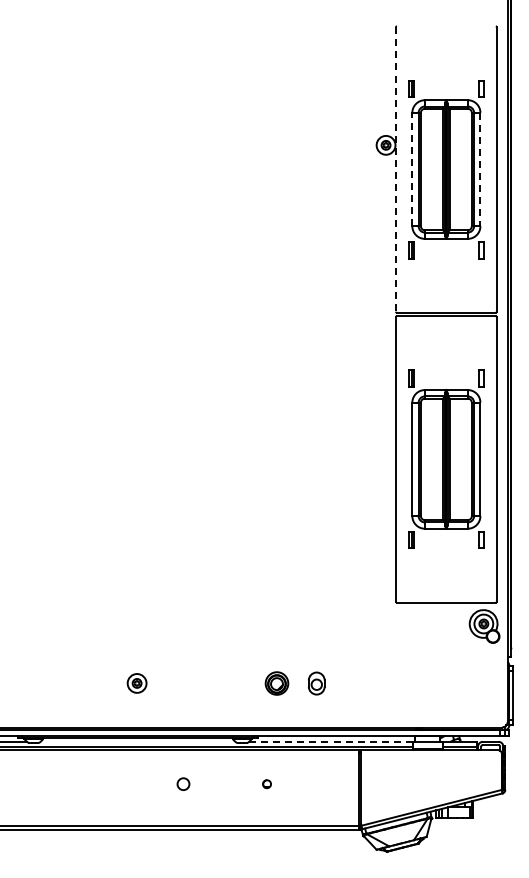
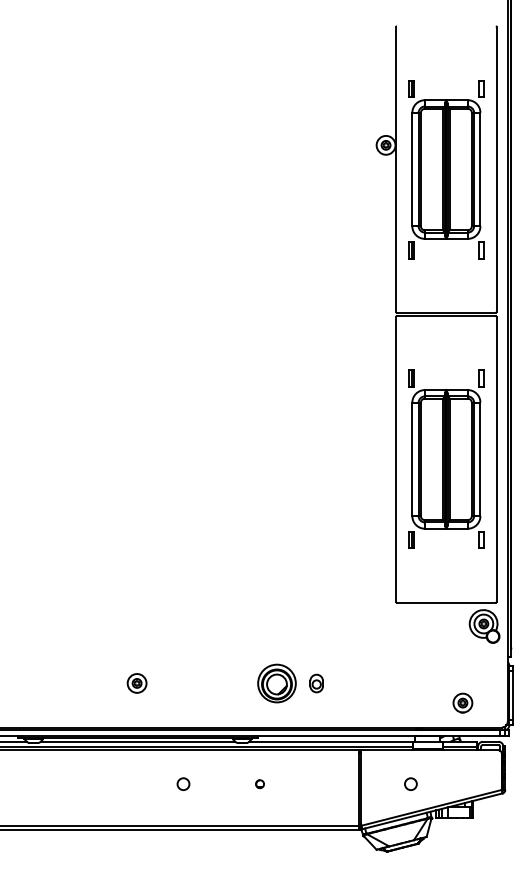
line at (412, 169): dashed -> solid
line at (480, 169): dashed -> solid
line at (395, 170): dashed -> solid
part at (276, 683) size: 26x25 px -> 40x41 px
part at (316, 683) size: 18x25 px -> 15x21 px
part at (462, 702): none -> present
line at (137, 741): none -> present
line at (332, 741): dashed -> solid
circle at (410, 783): none -> present
part at (266, 784) position: (266, 784) -> (259, 784)
